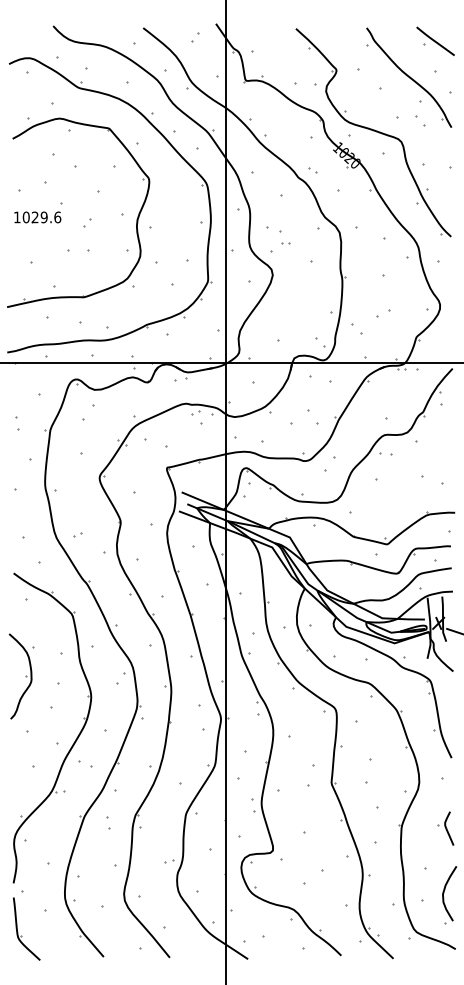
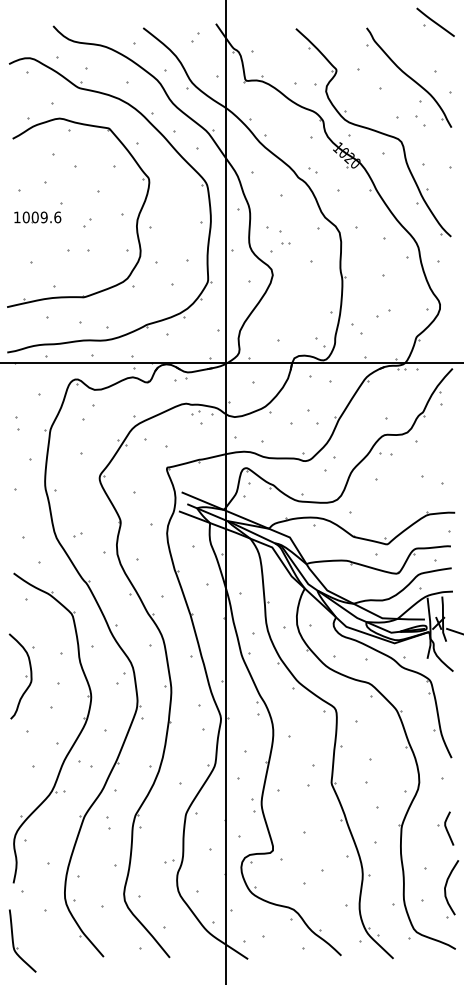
part at (435, 40) position: (435, 40) -> (435, 21)
text at (34, 217): 1029.6 -> 1009.6
part at (449, 895) position: (449, 895) -> (451, 889)
part at (21, 935) position: (21, 935) -> (17, 947)
